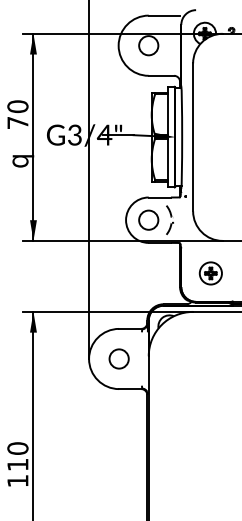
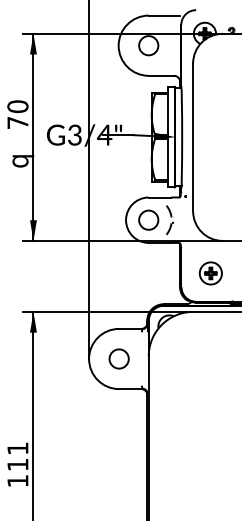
text at (17, 448): 110 -> 111
